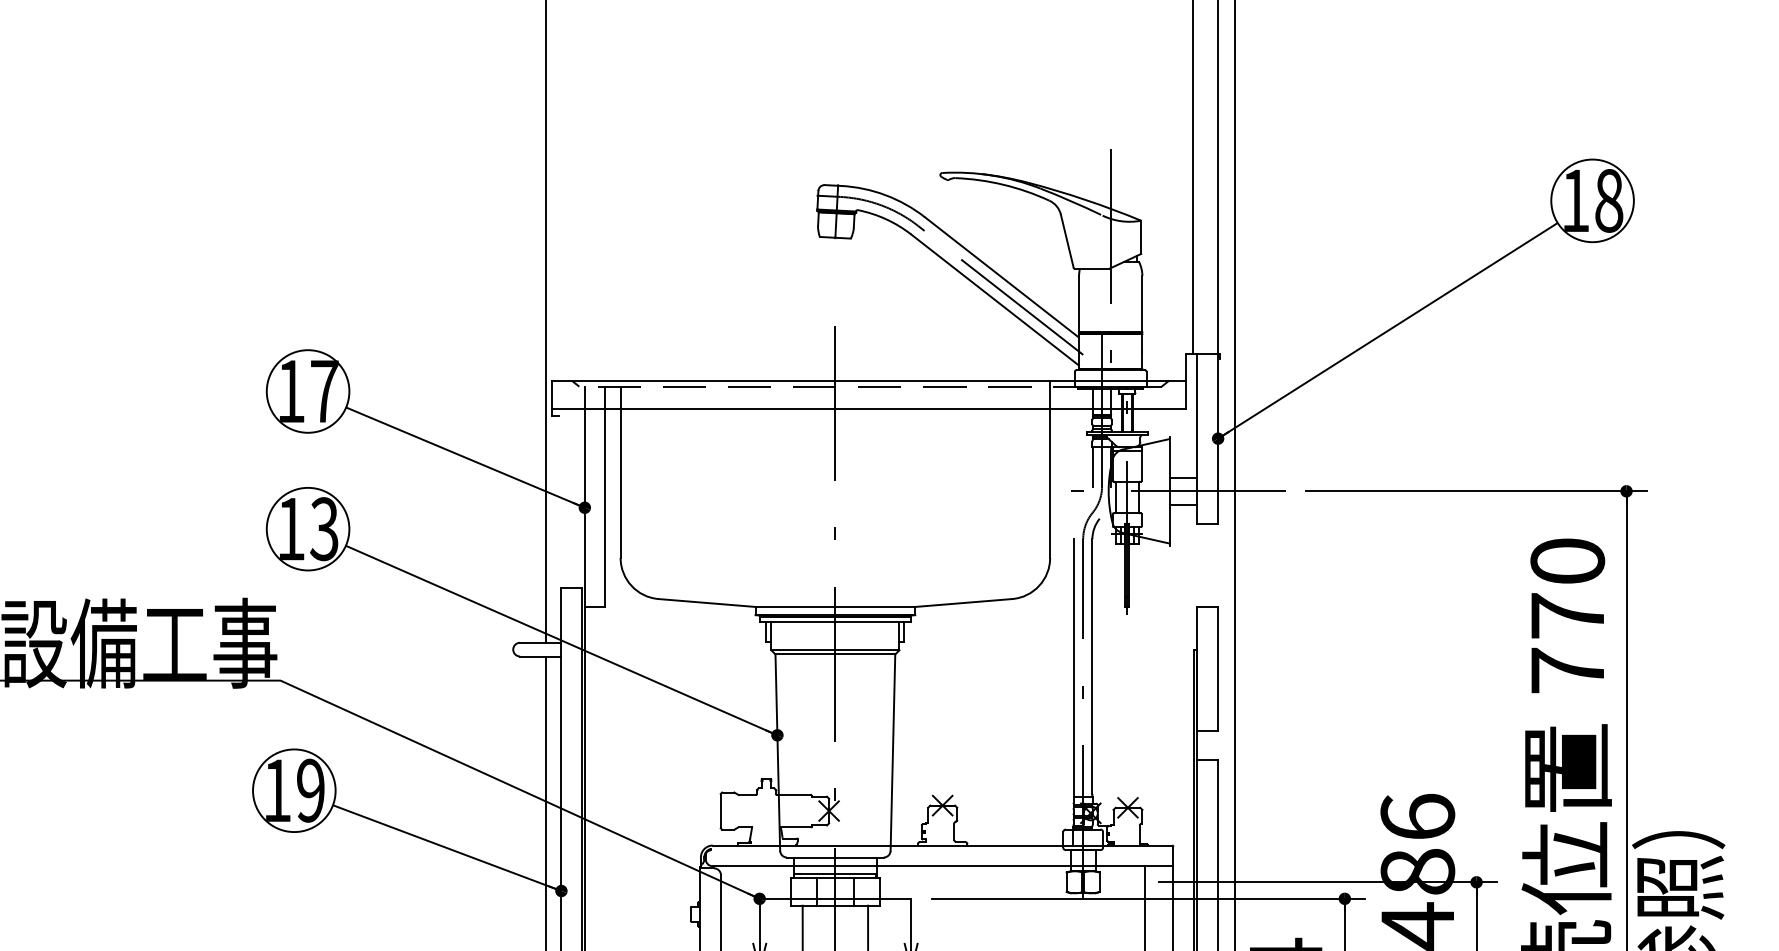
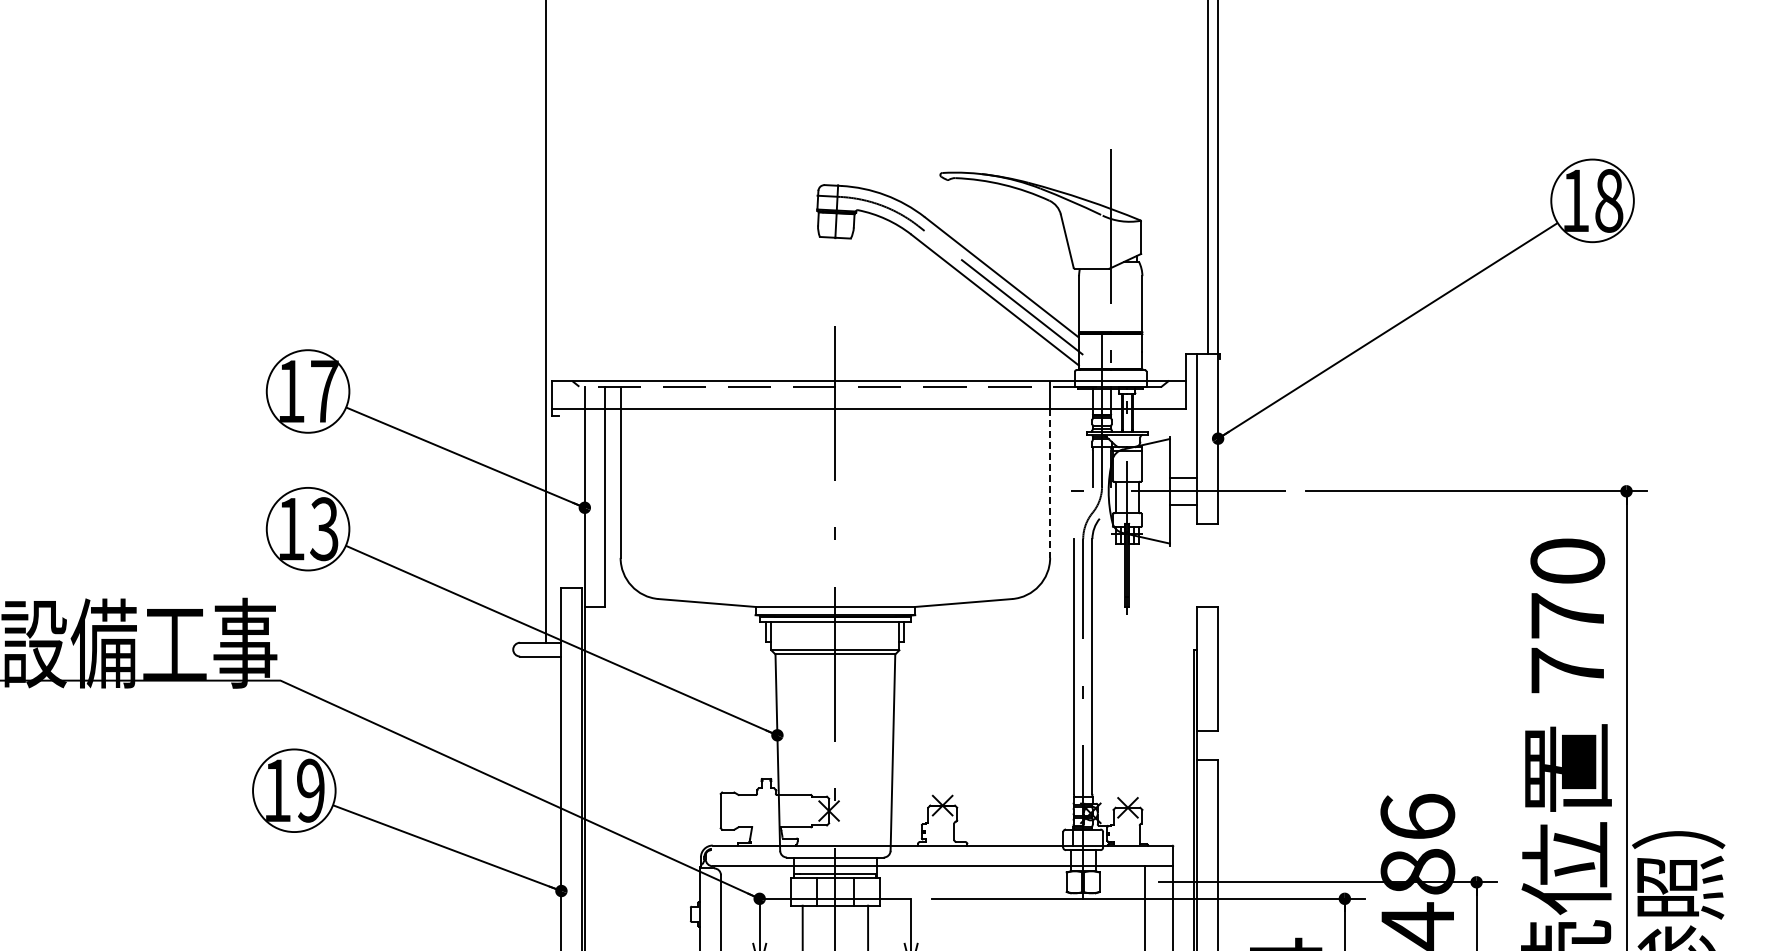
line at (1193, 177) position: (1193, 177) -> (1208, 177)
line at (1234, 474): present -> none
line at (1050, 483): solid -> dashed
line at (546, 801): present -> none
